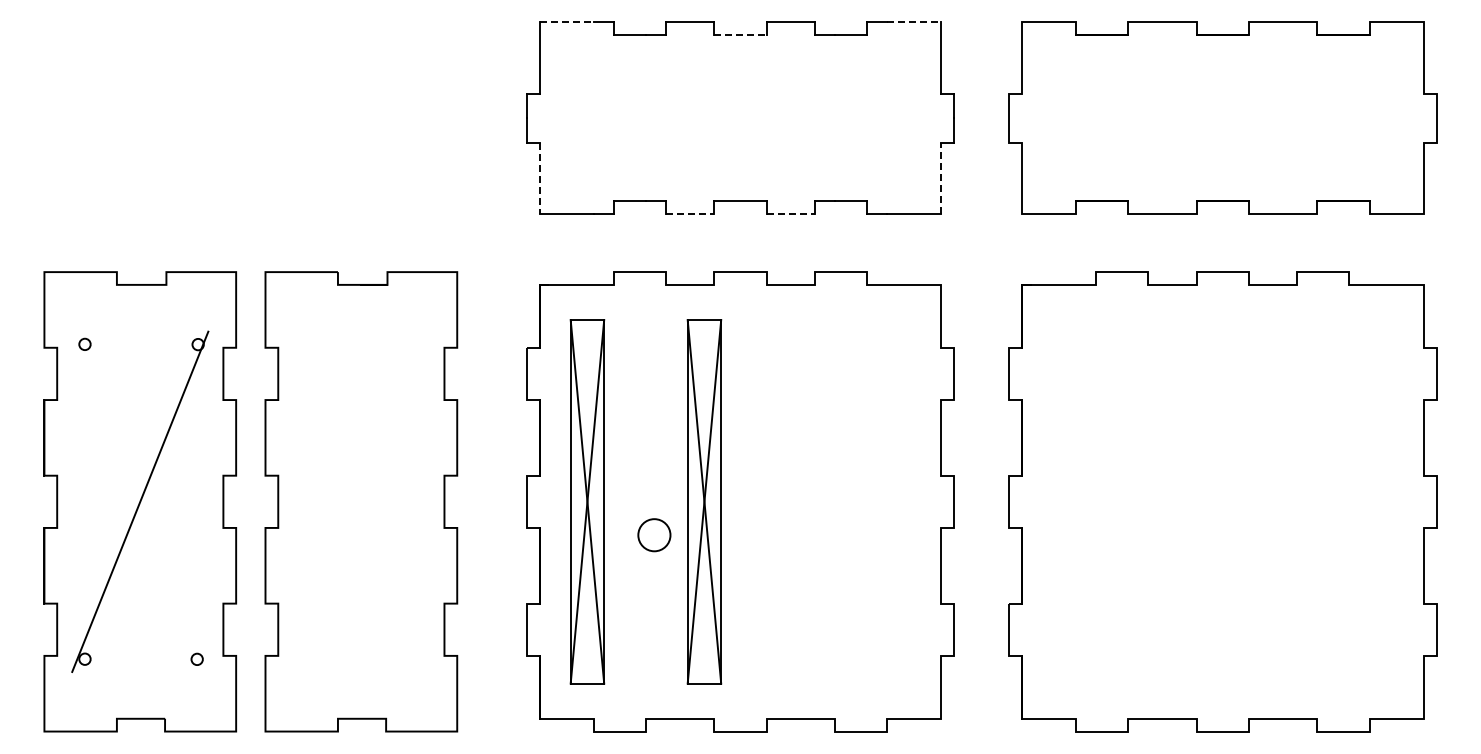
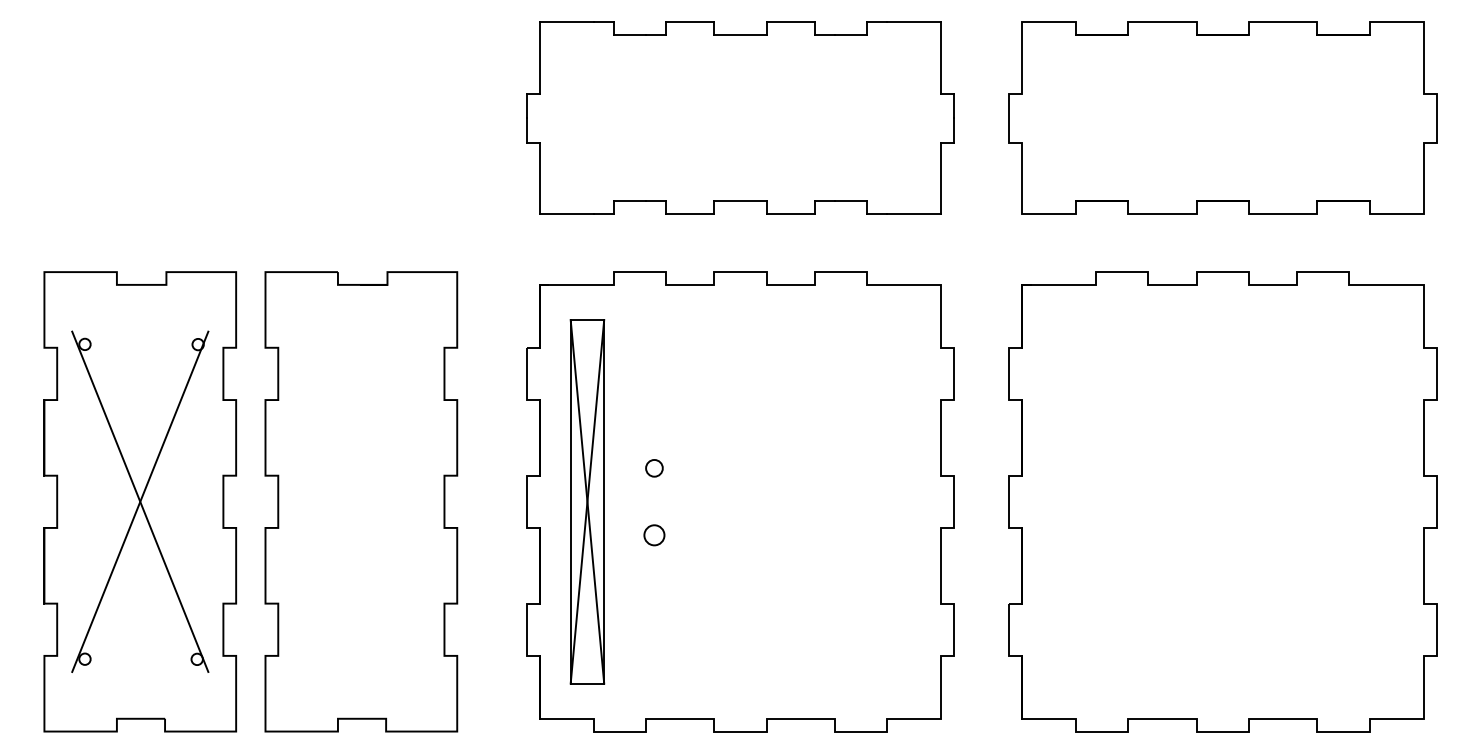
line at (567, 22): dashed -> solid
line at (914, 22): dashed -> solid
line at (740, 35): dashed -> solid
line at (539, 178): dashed -> solid
line at (941, 178): dashed -> solid
line at (690, 214): dashed -> solid
line at (791, 214): dashed -> solid
circle at (654, 468): none -> present
line at (140, 501): none -> present
part at (704, 501): present -> none
circle at (654, 535) size: 35x35 px -> 23x23 px
